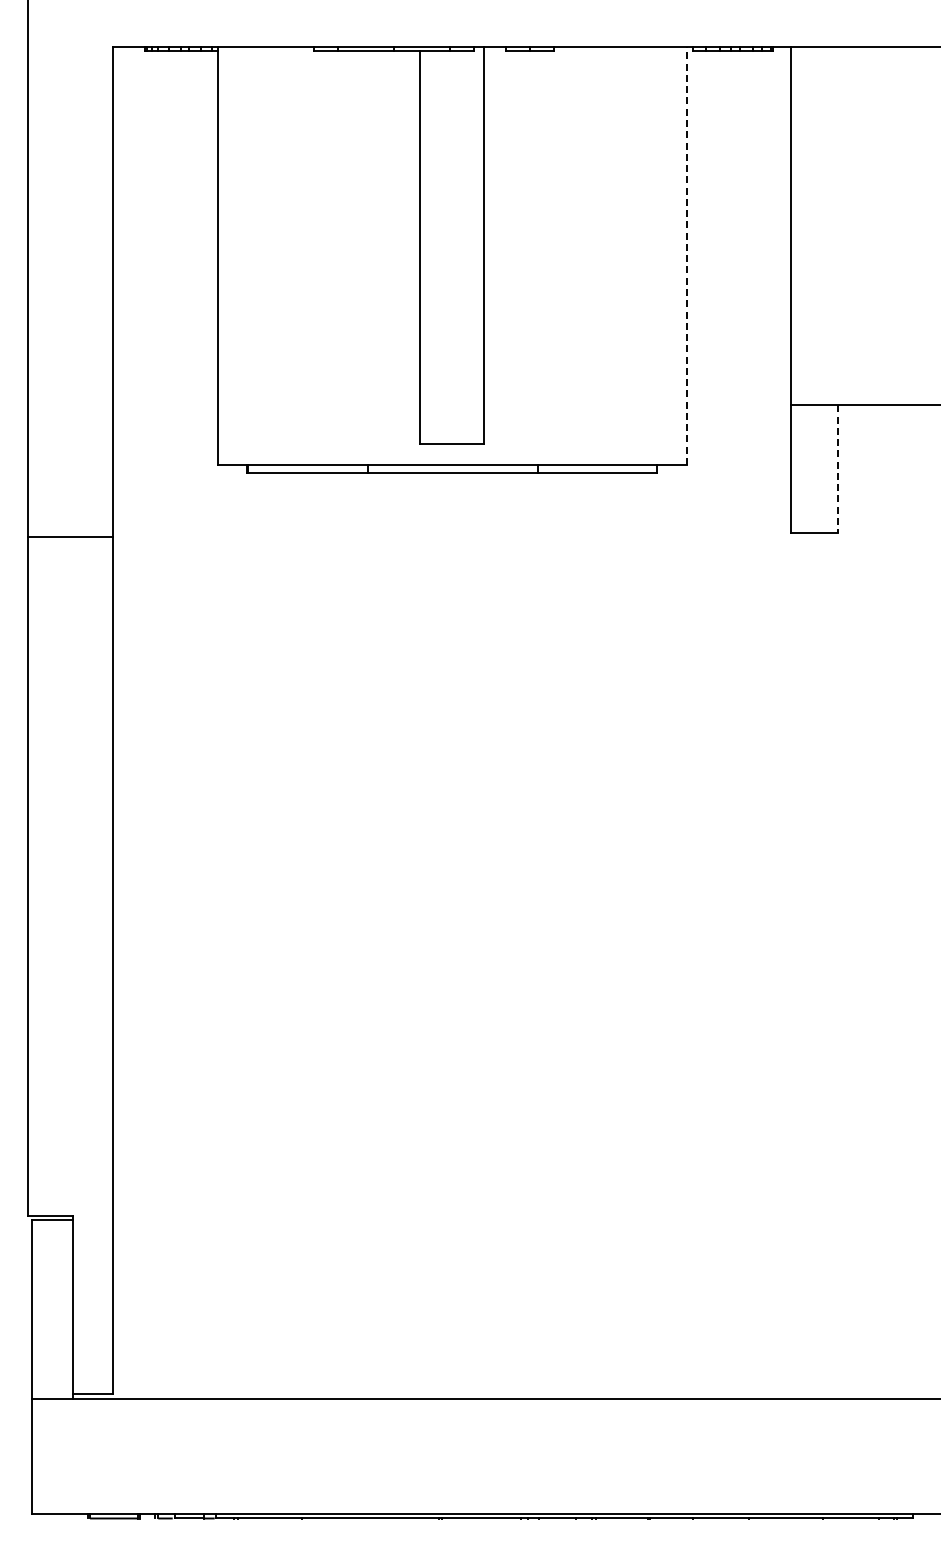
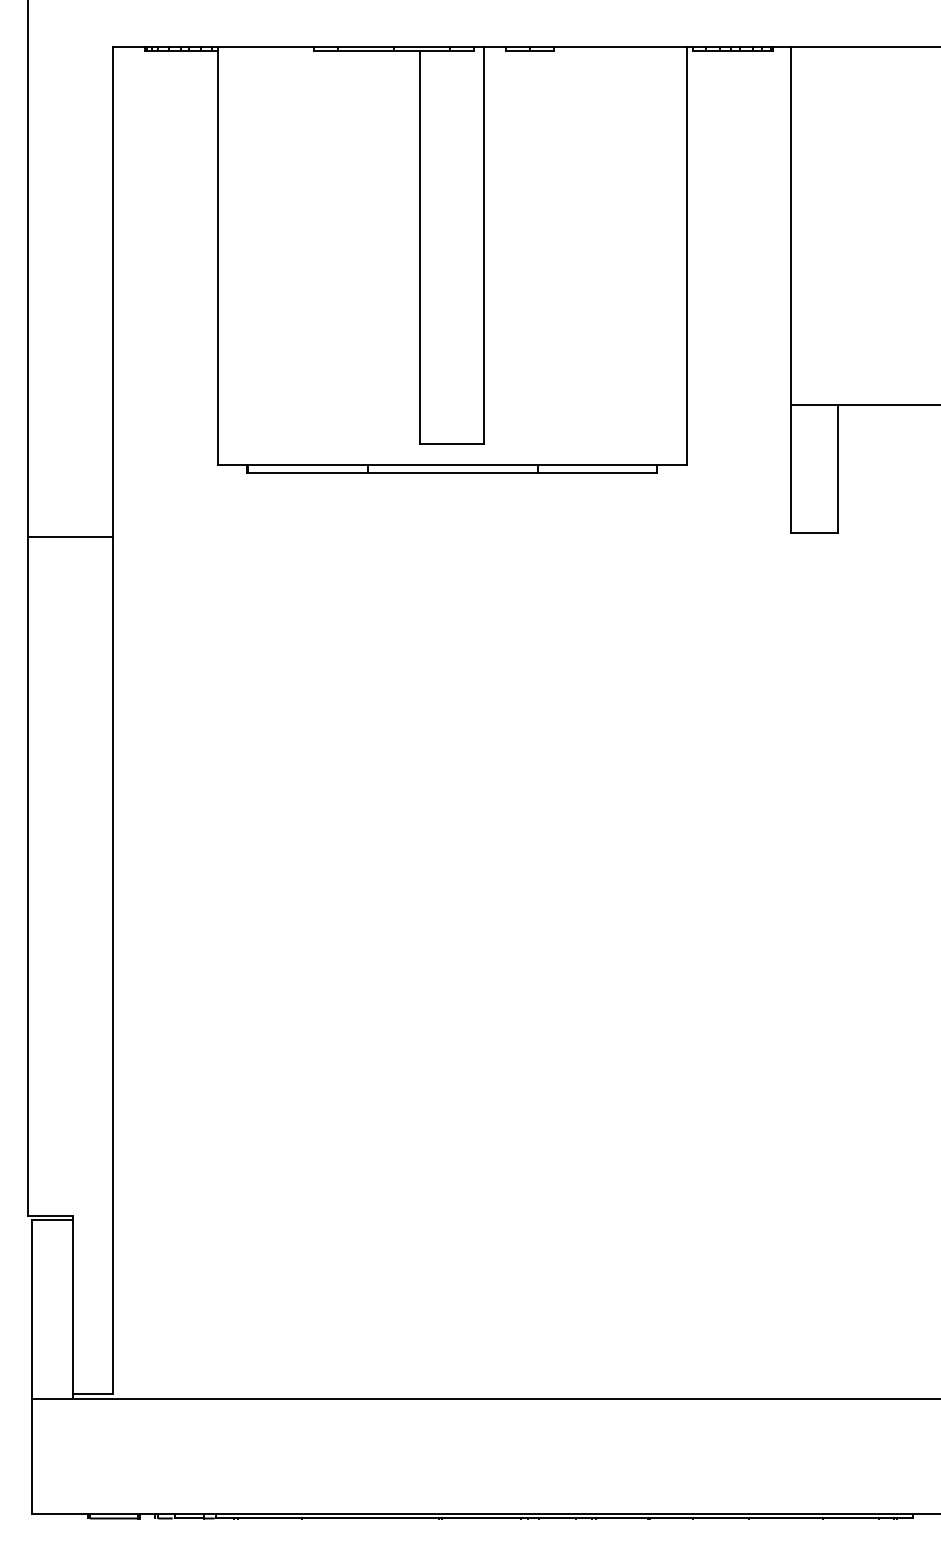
line at (686, 255): dashed -> solid
line at (838, 469): dashed -> solid
